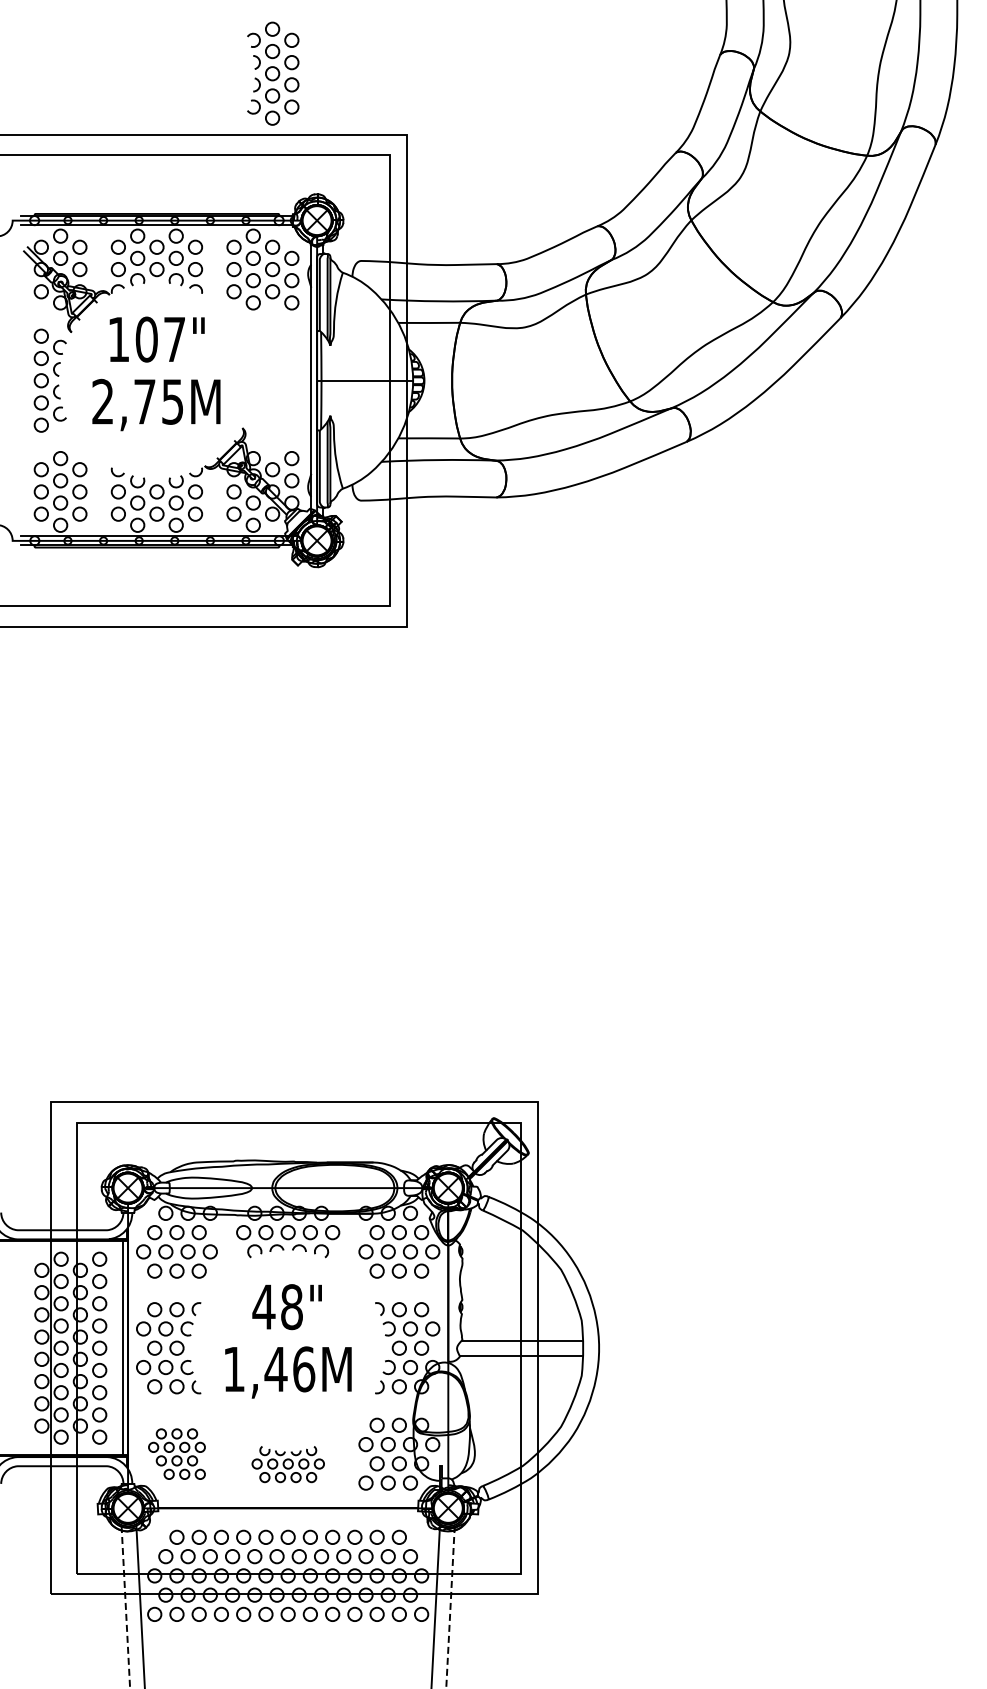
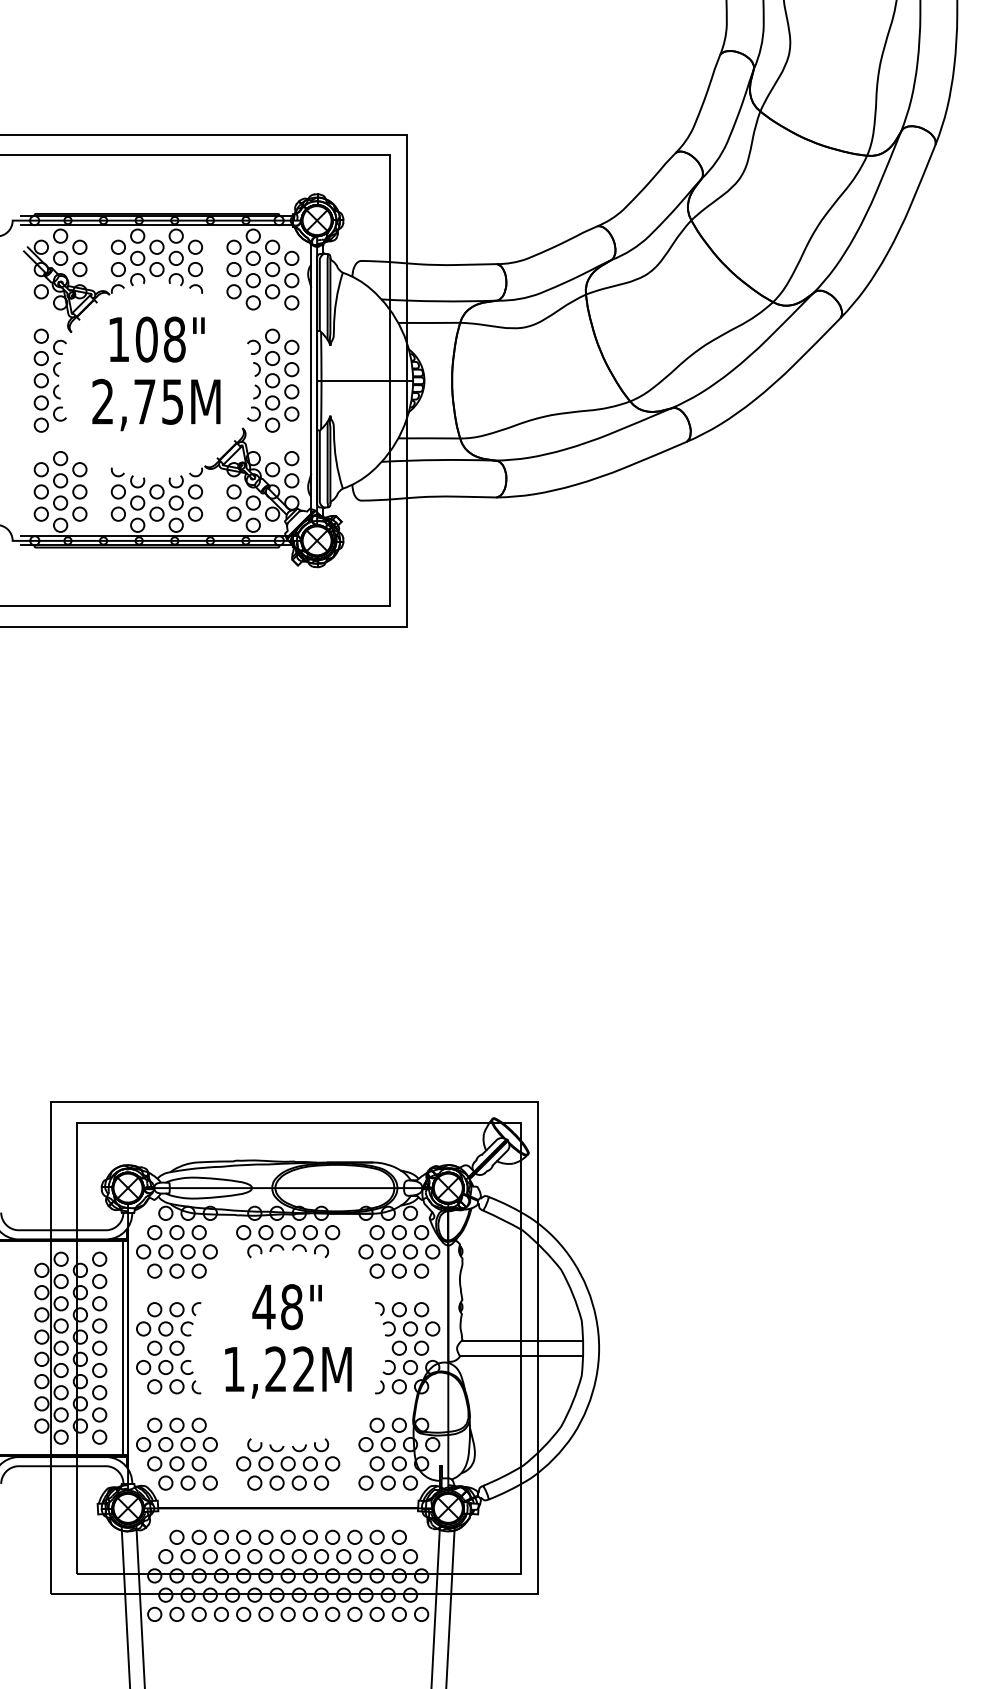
part at (273, 73) position: (273, 73) -> (273, 380)
text at (174, 339): 107" -> 108"
text at (289, 1369): 1,46M -> 1,22M
part at (176, 1453) size: 58x52 px -> 82x74 px
part at (287, 1464) size: 74x38 px -> 105x53 px
line at (125, 1607): dashed -> solid
line at (450, 1607): dashed -> solid
